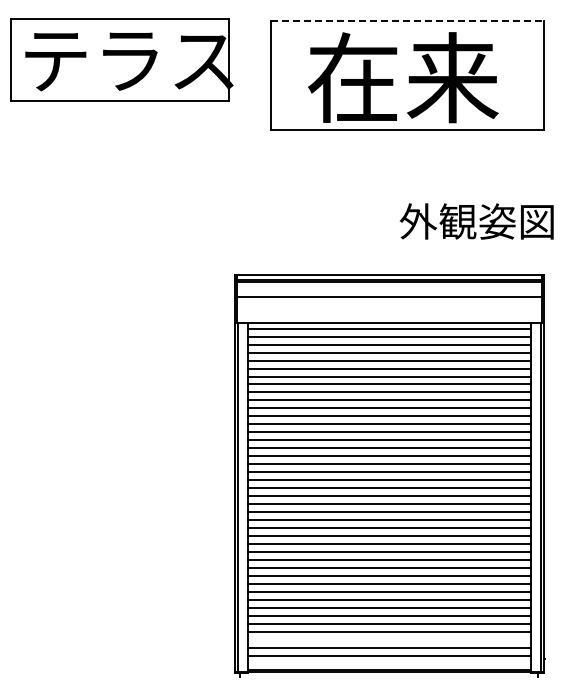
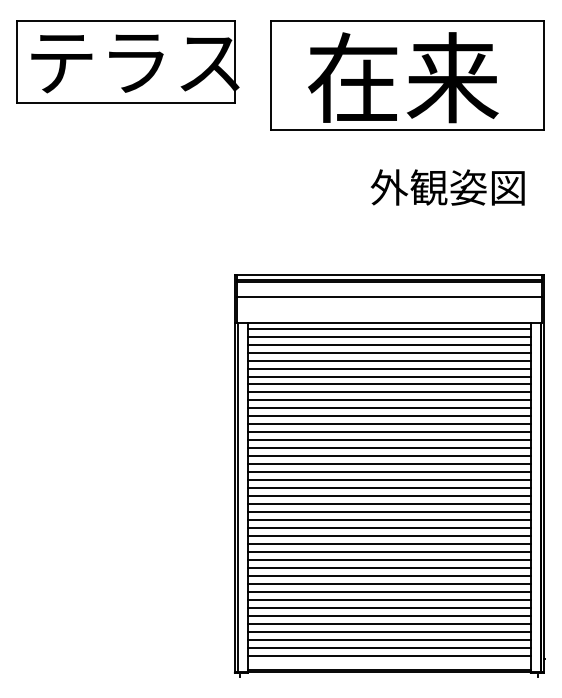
line at (408, 20): dashed -> solid
part at (121, 59) position: (121, 59) -> (127, 61)
text at (476, 221) position: (476, 221) -> (447, 187)
line at (388, 640): none -> present
